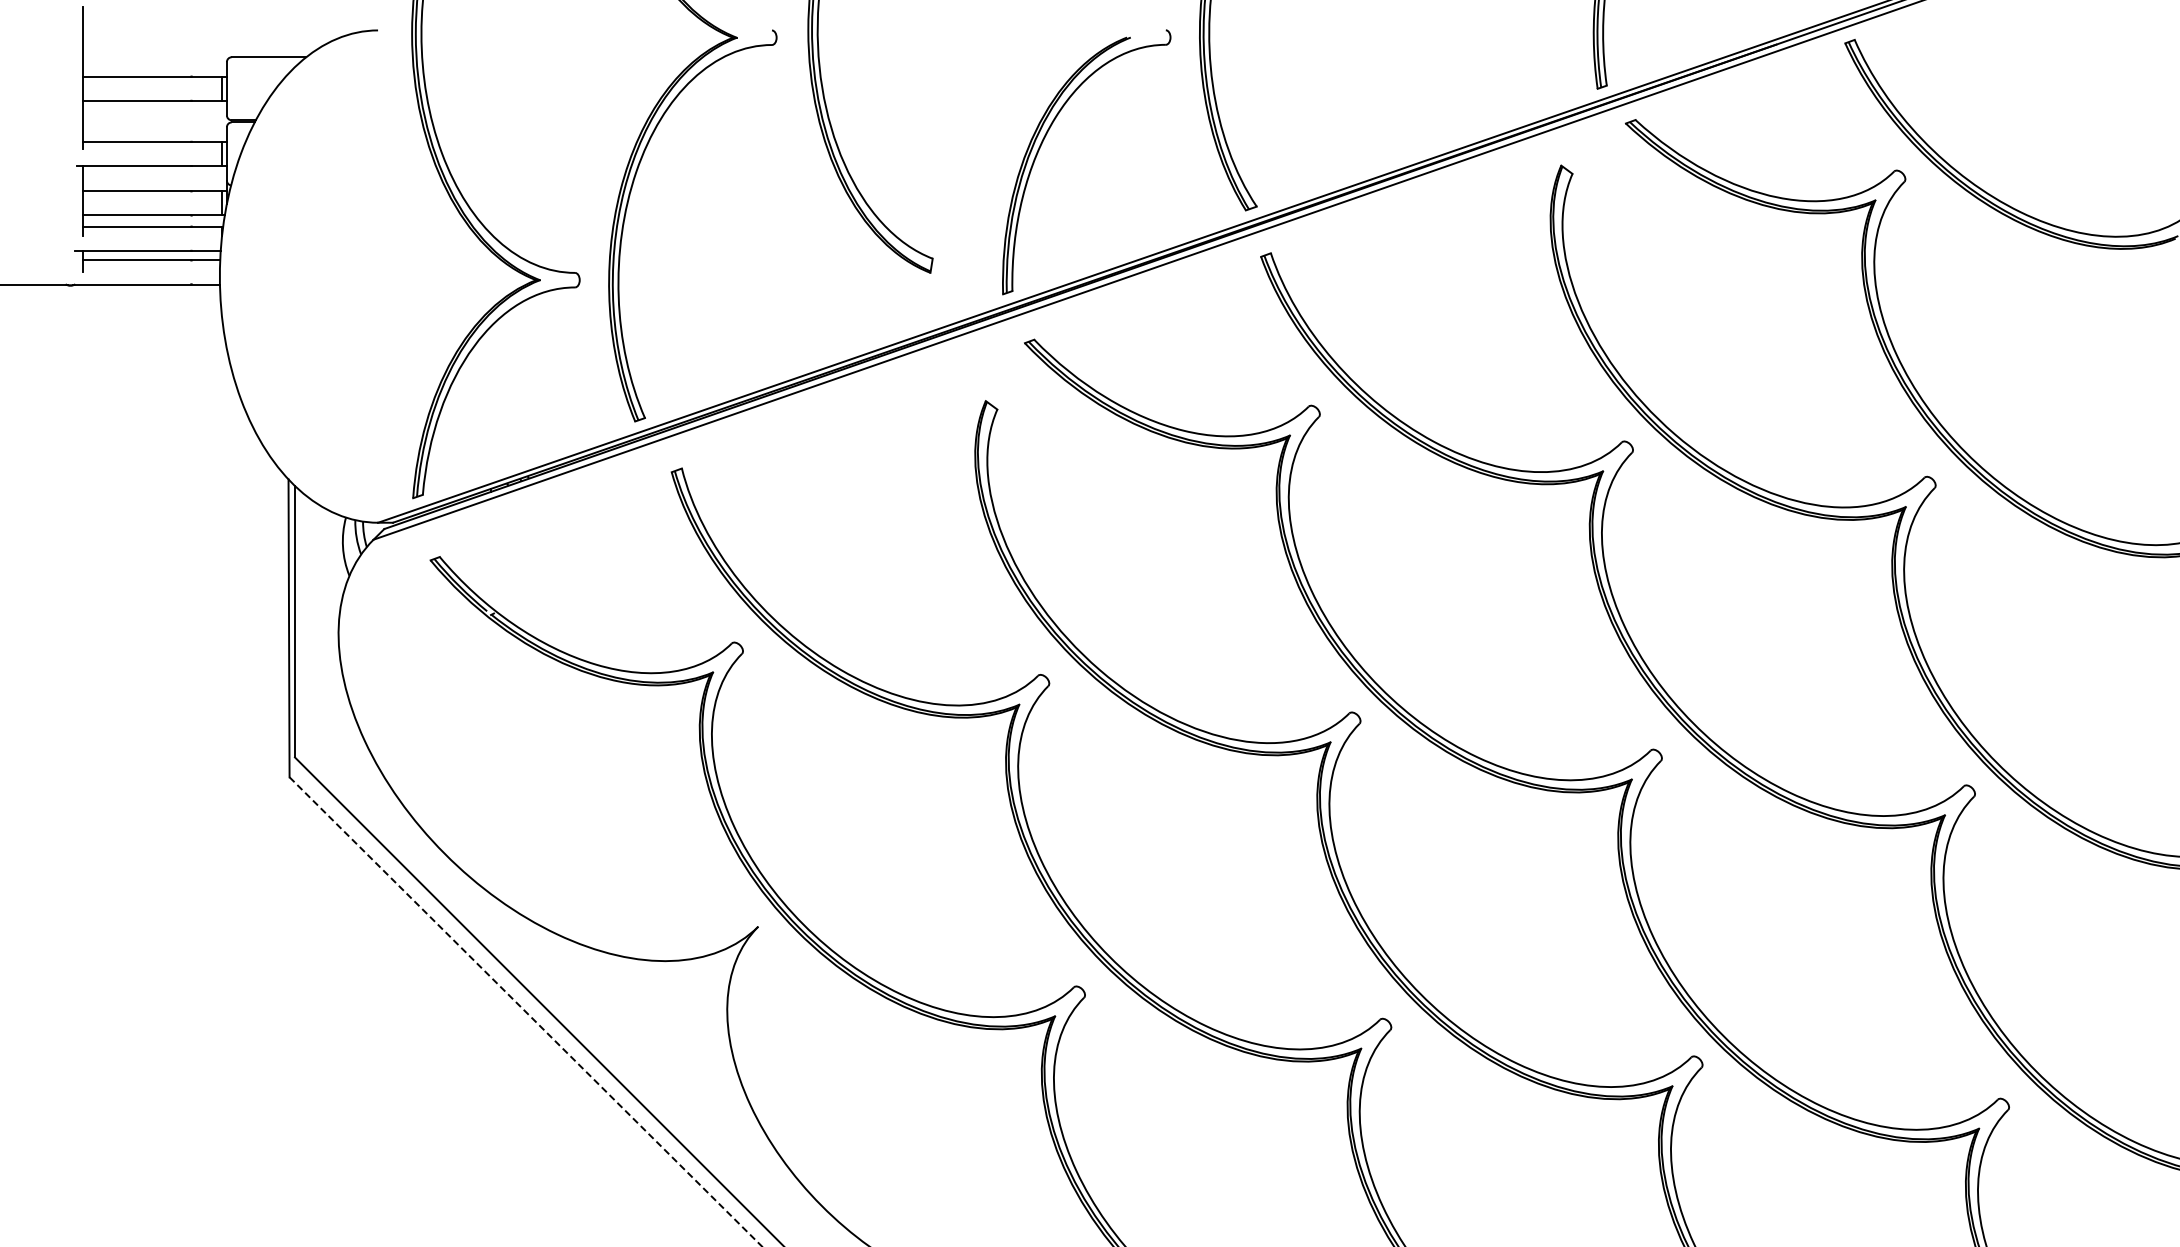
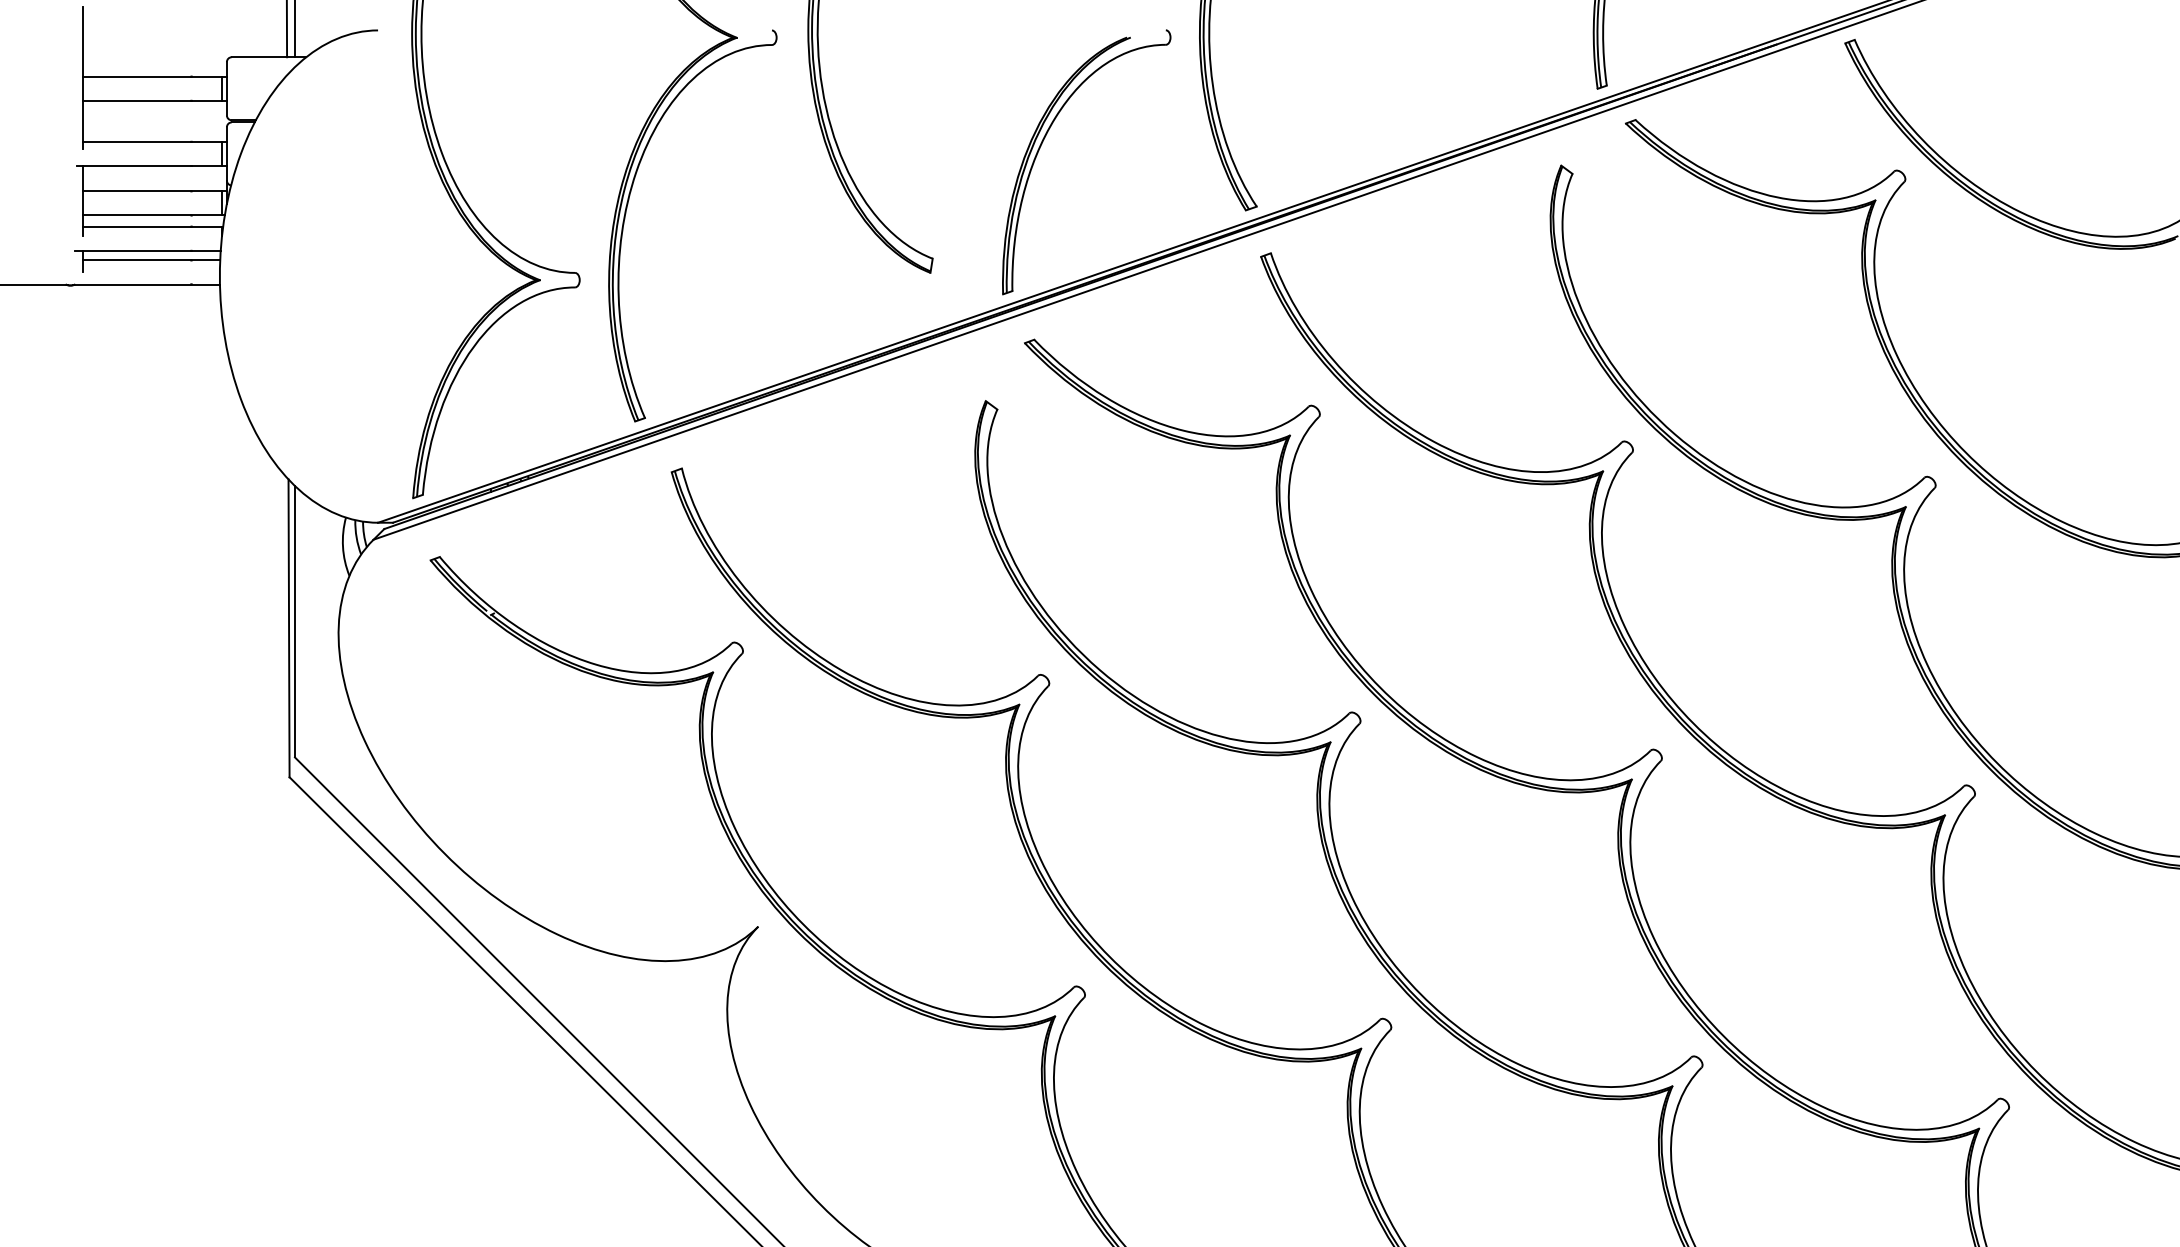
line at (286, 29): none -> present
line at (294, 29): none -> present
line at (525, 1011): dashed -> solid
